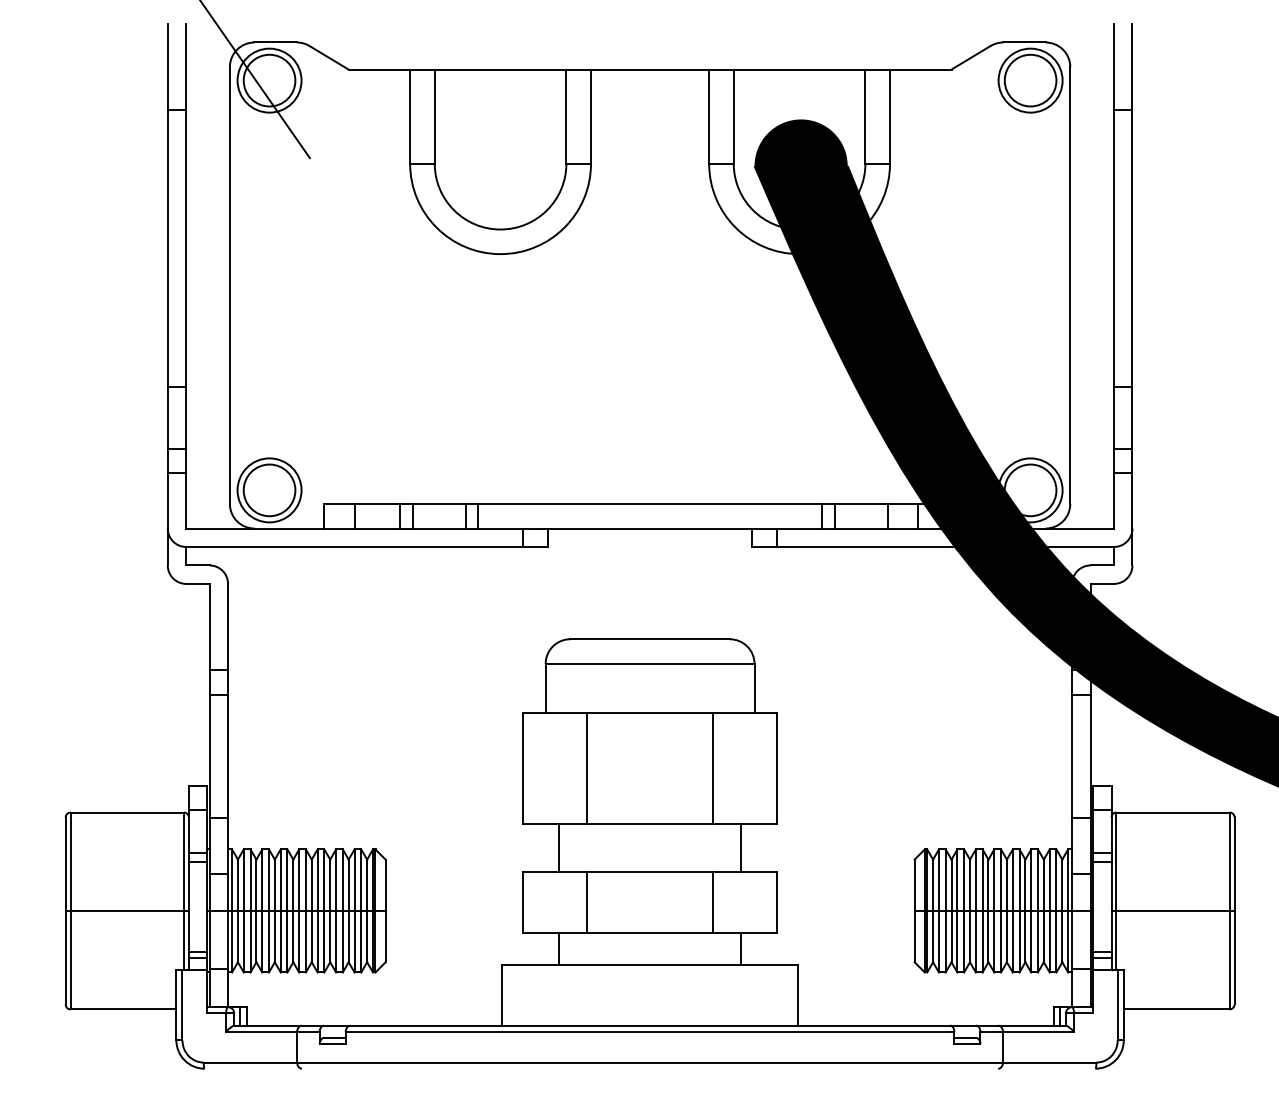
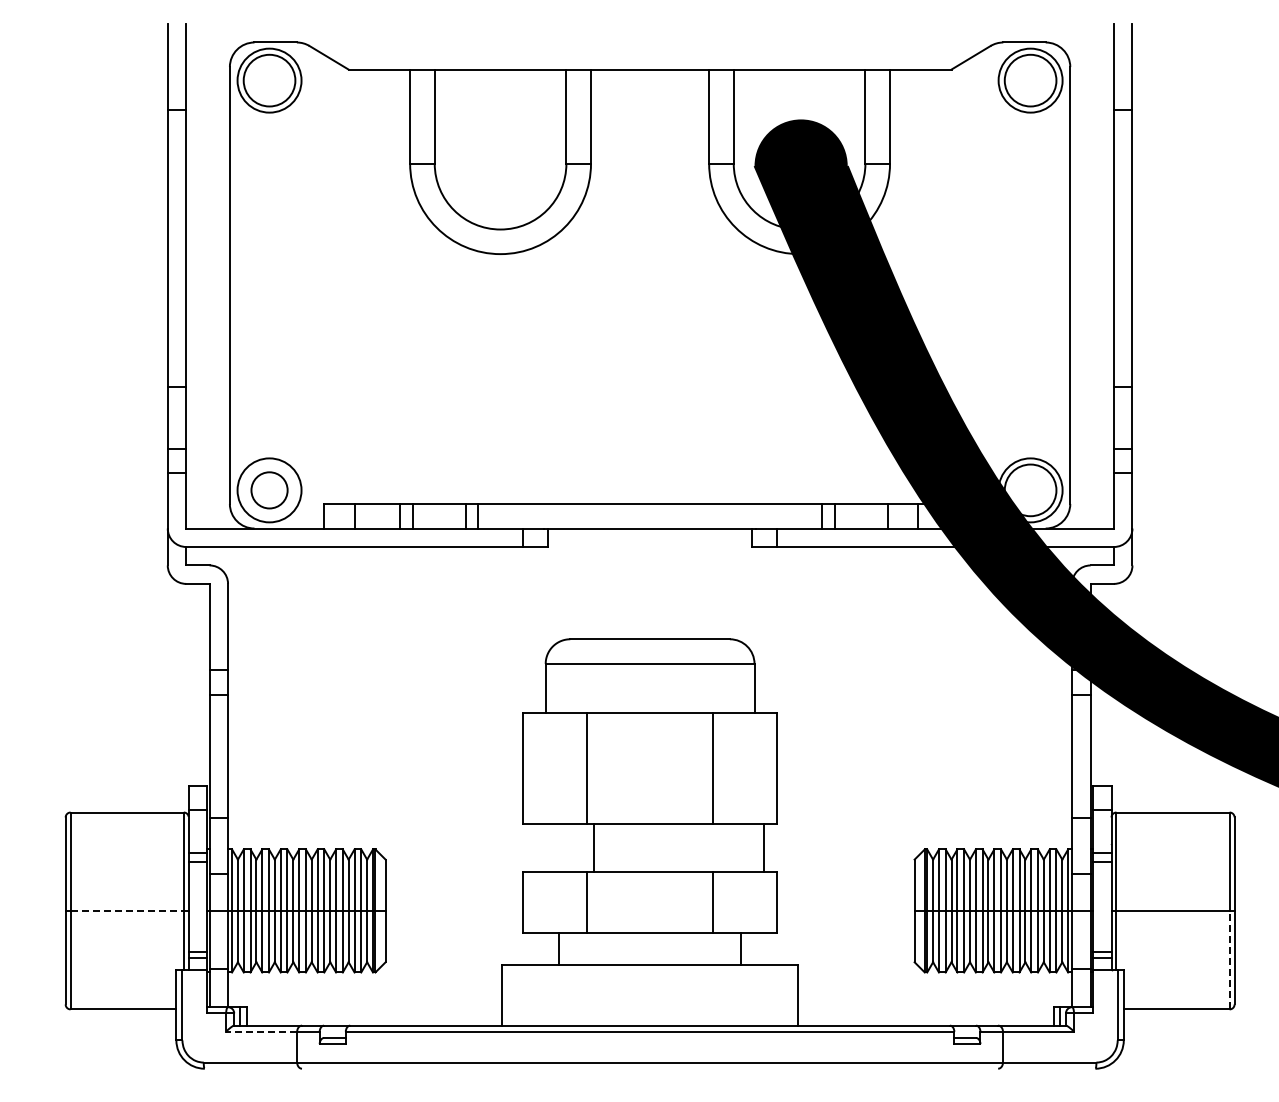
line at (255, 80): present -> none
circle at (269, 490) diameter: 52 px -> 36 px
line at (559, 847) position: (559, 847) -> (594, 847)
line at (741, 847) position: (741, 847) -> (764, 847)
line at (127, 910): solid -> dashed
line at (1229, 959): solid -> dashed
line at (261, 1031): solid -> dashed
